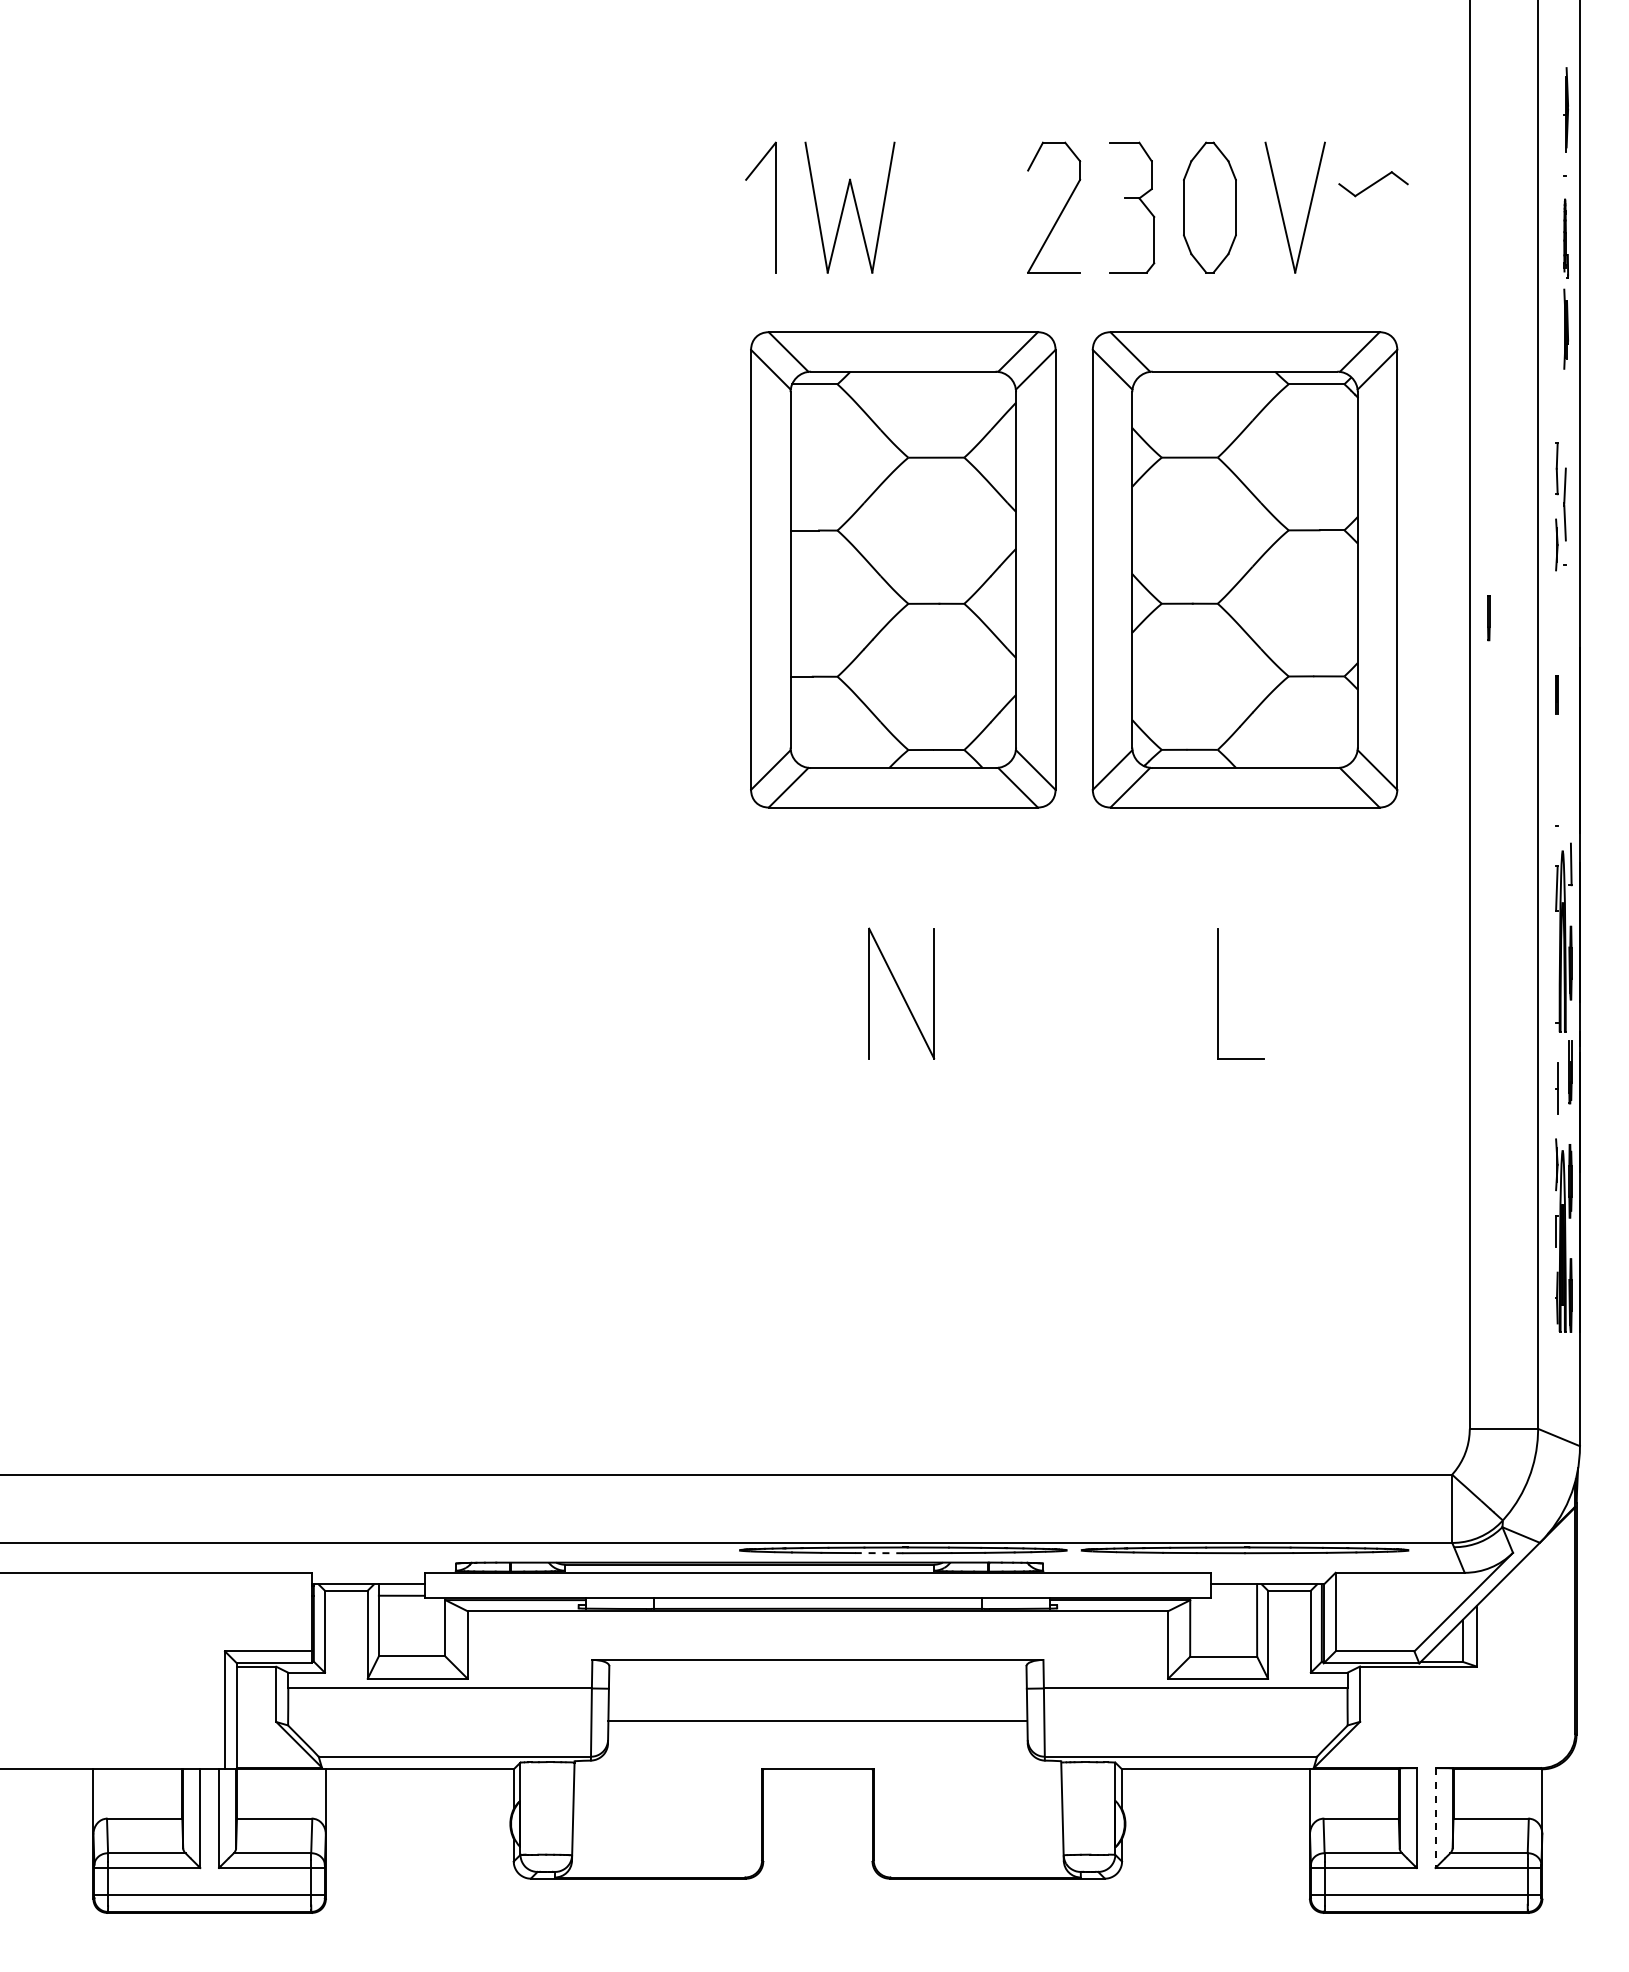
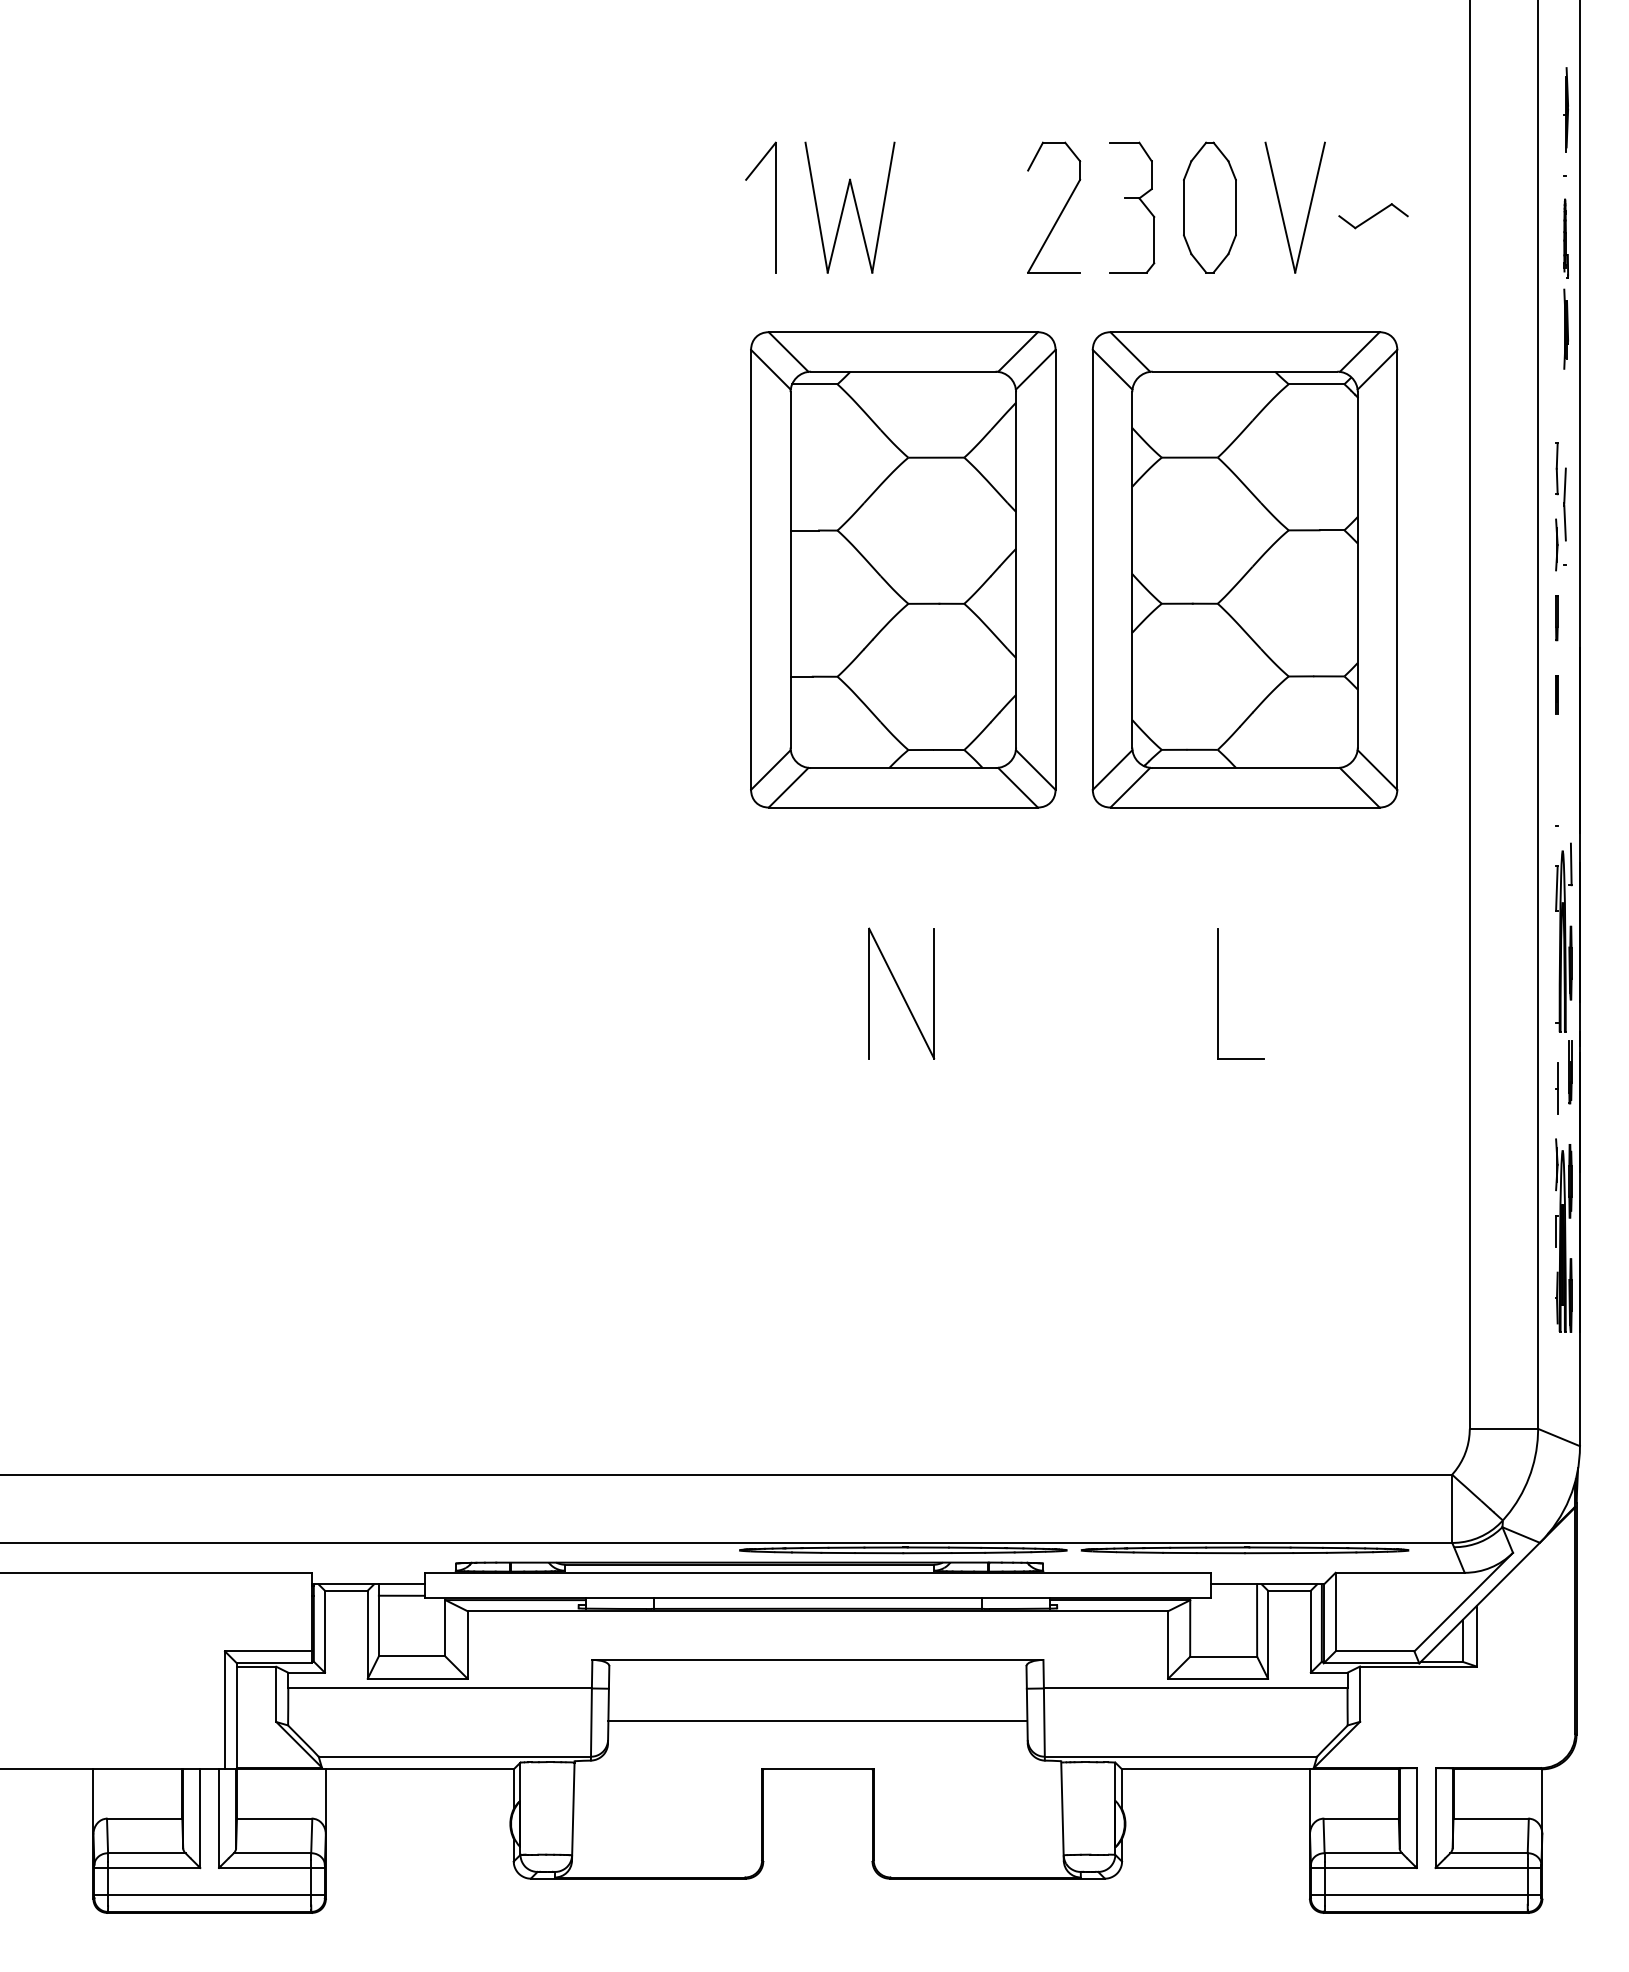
part at (1373, 184) position: (1373, 184) -> (1373, 216)
line at (1488, 618) position: (1488, 618) -> (1556, 618)
line at (878, 1553): dashed -> solid
line at (1435, 1818): dashed -> solid
